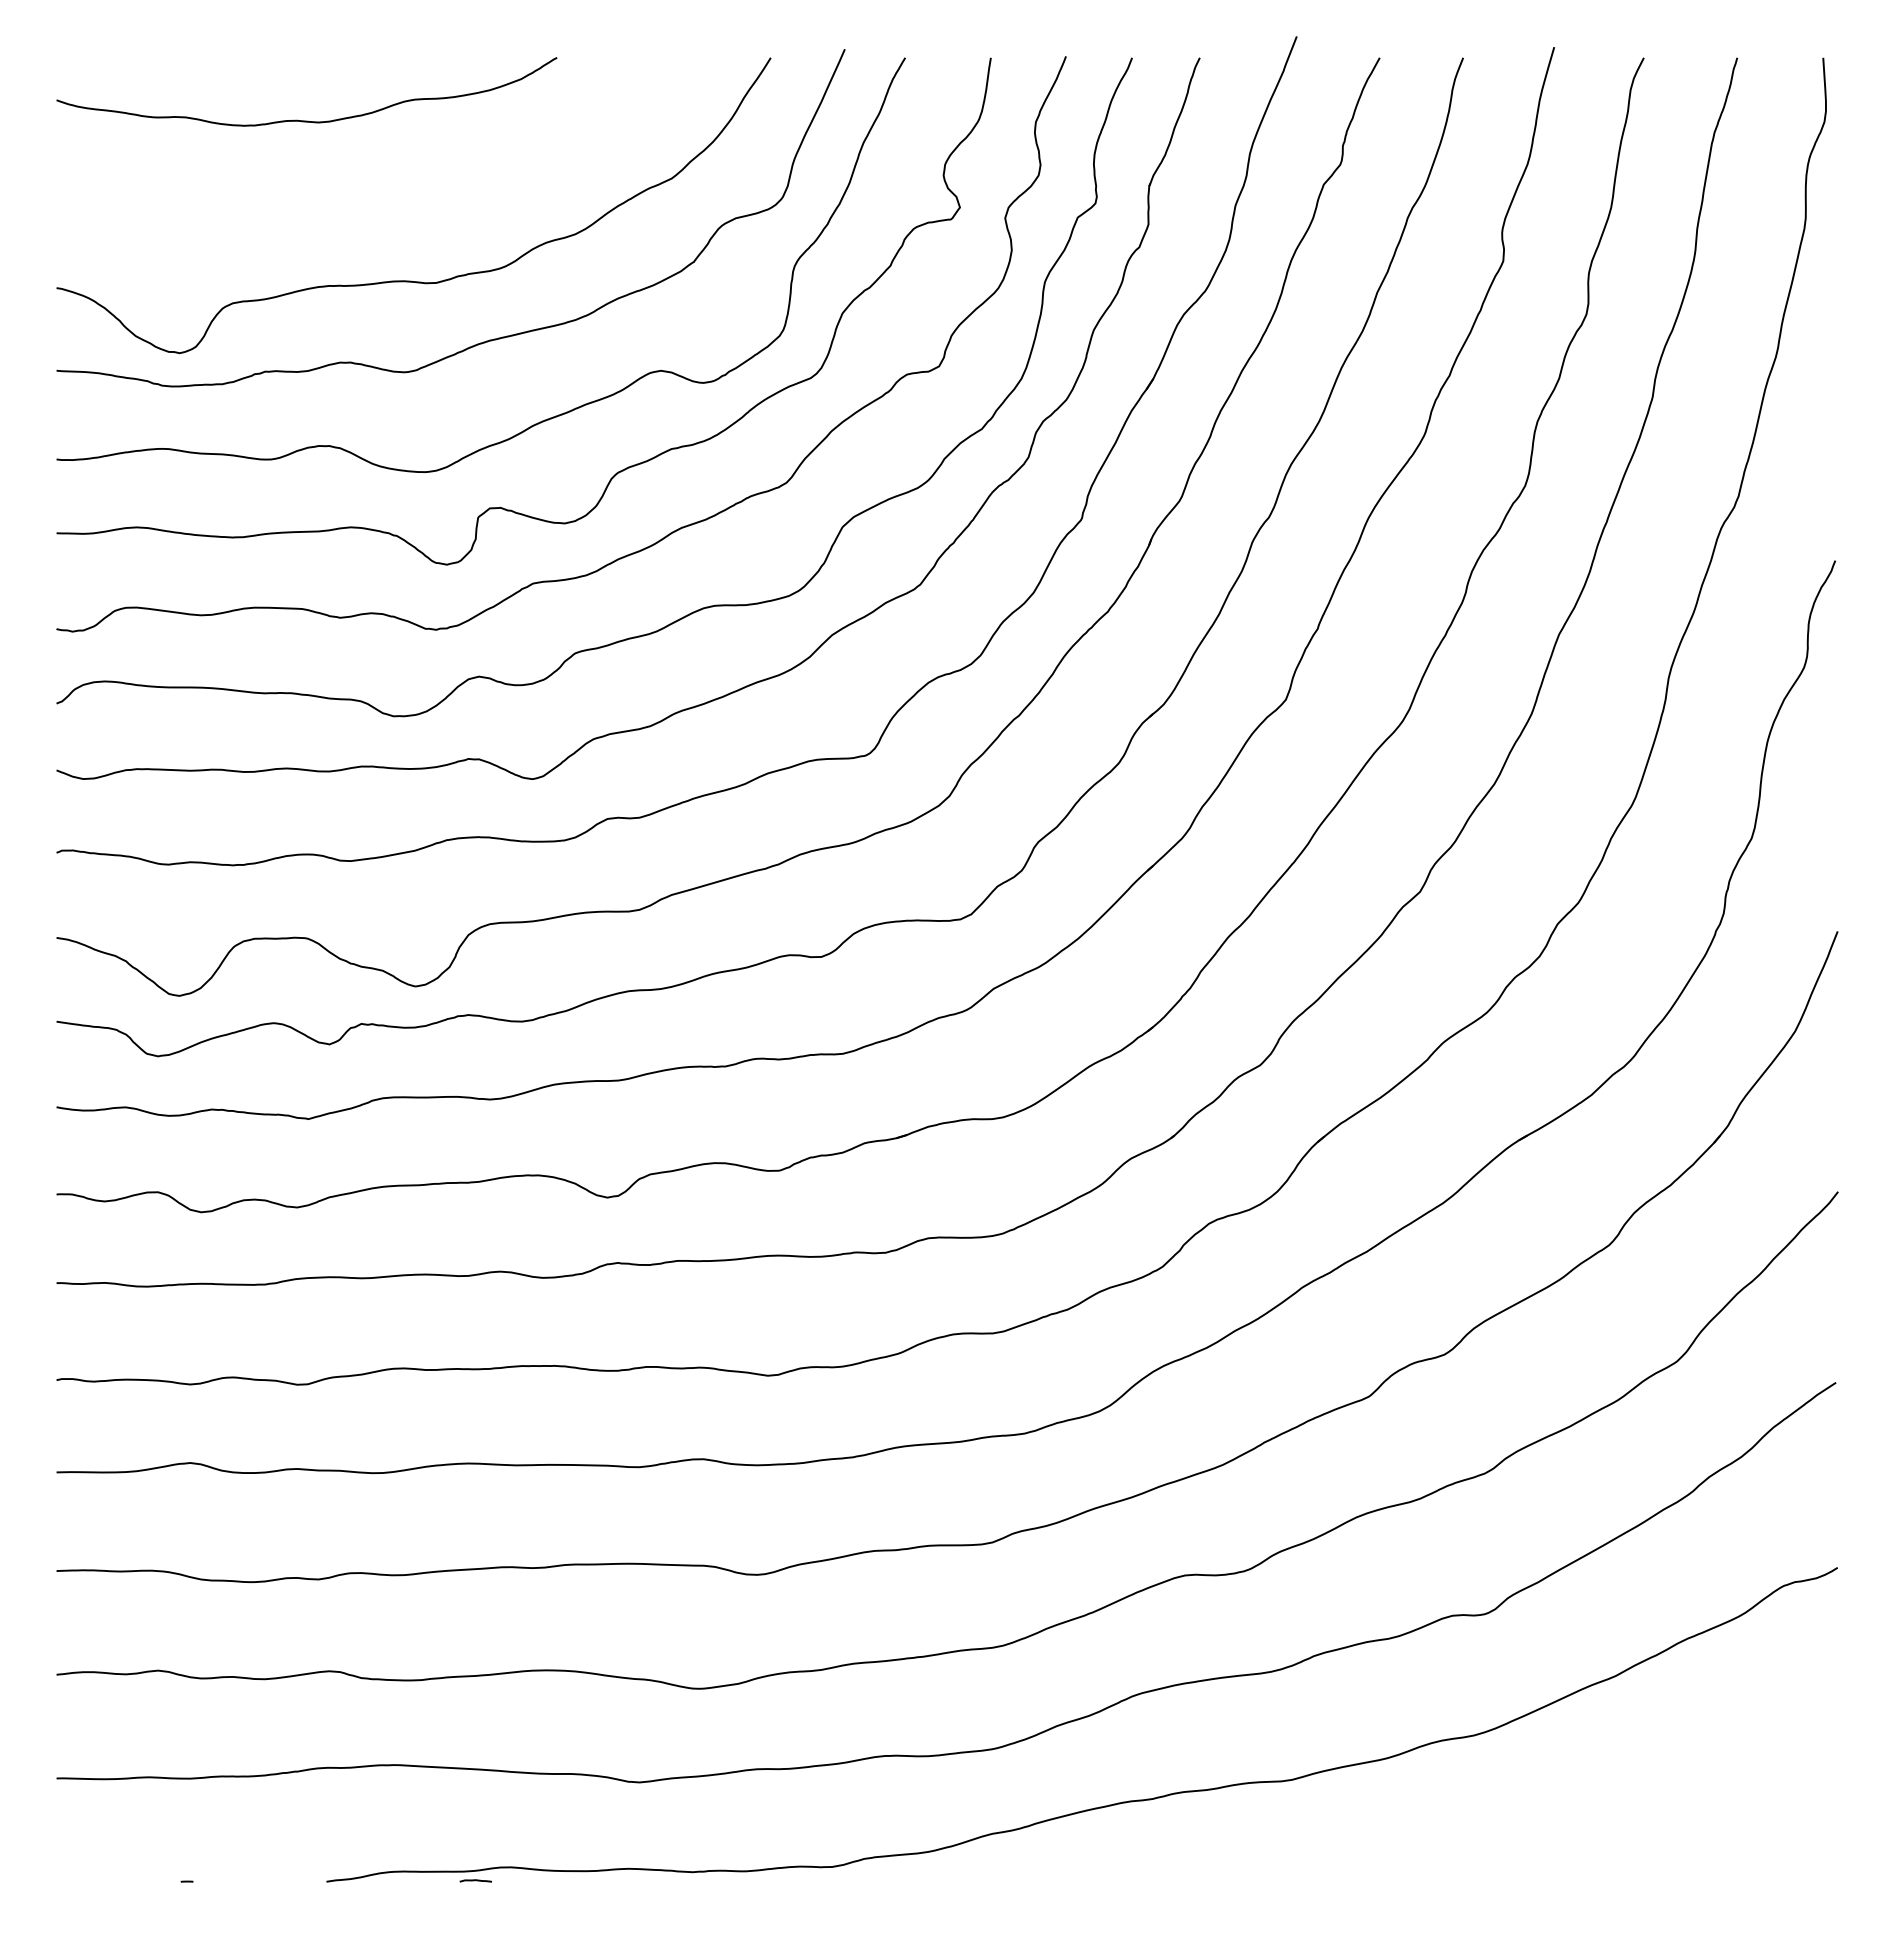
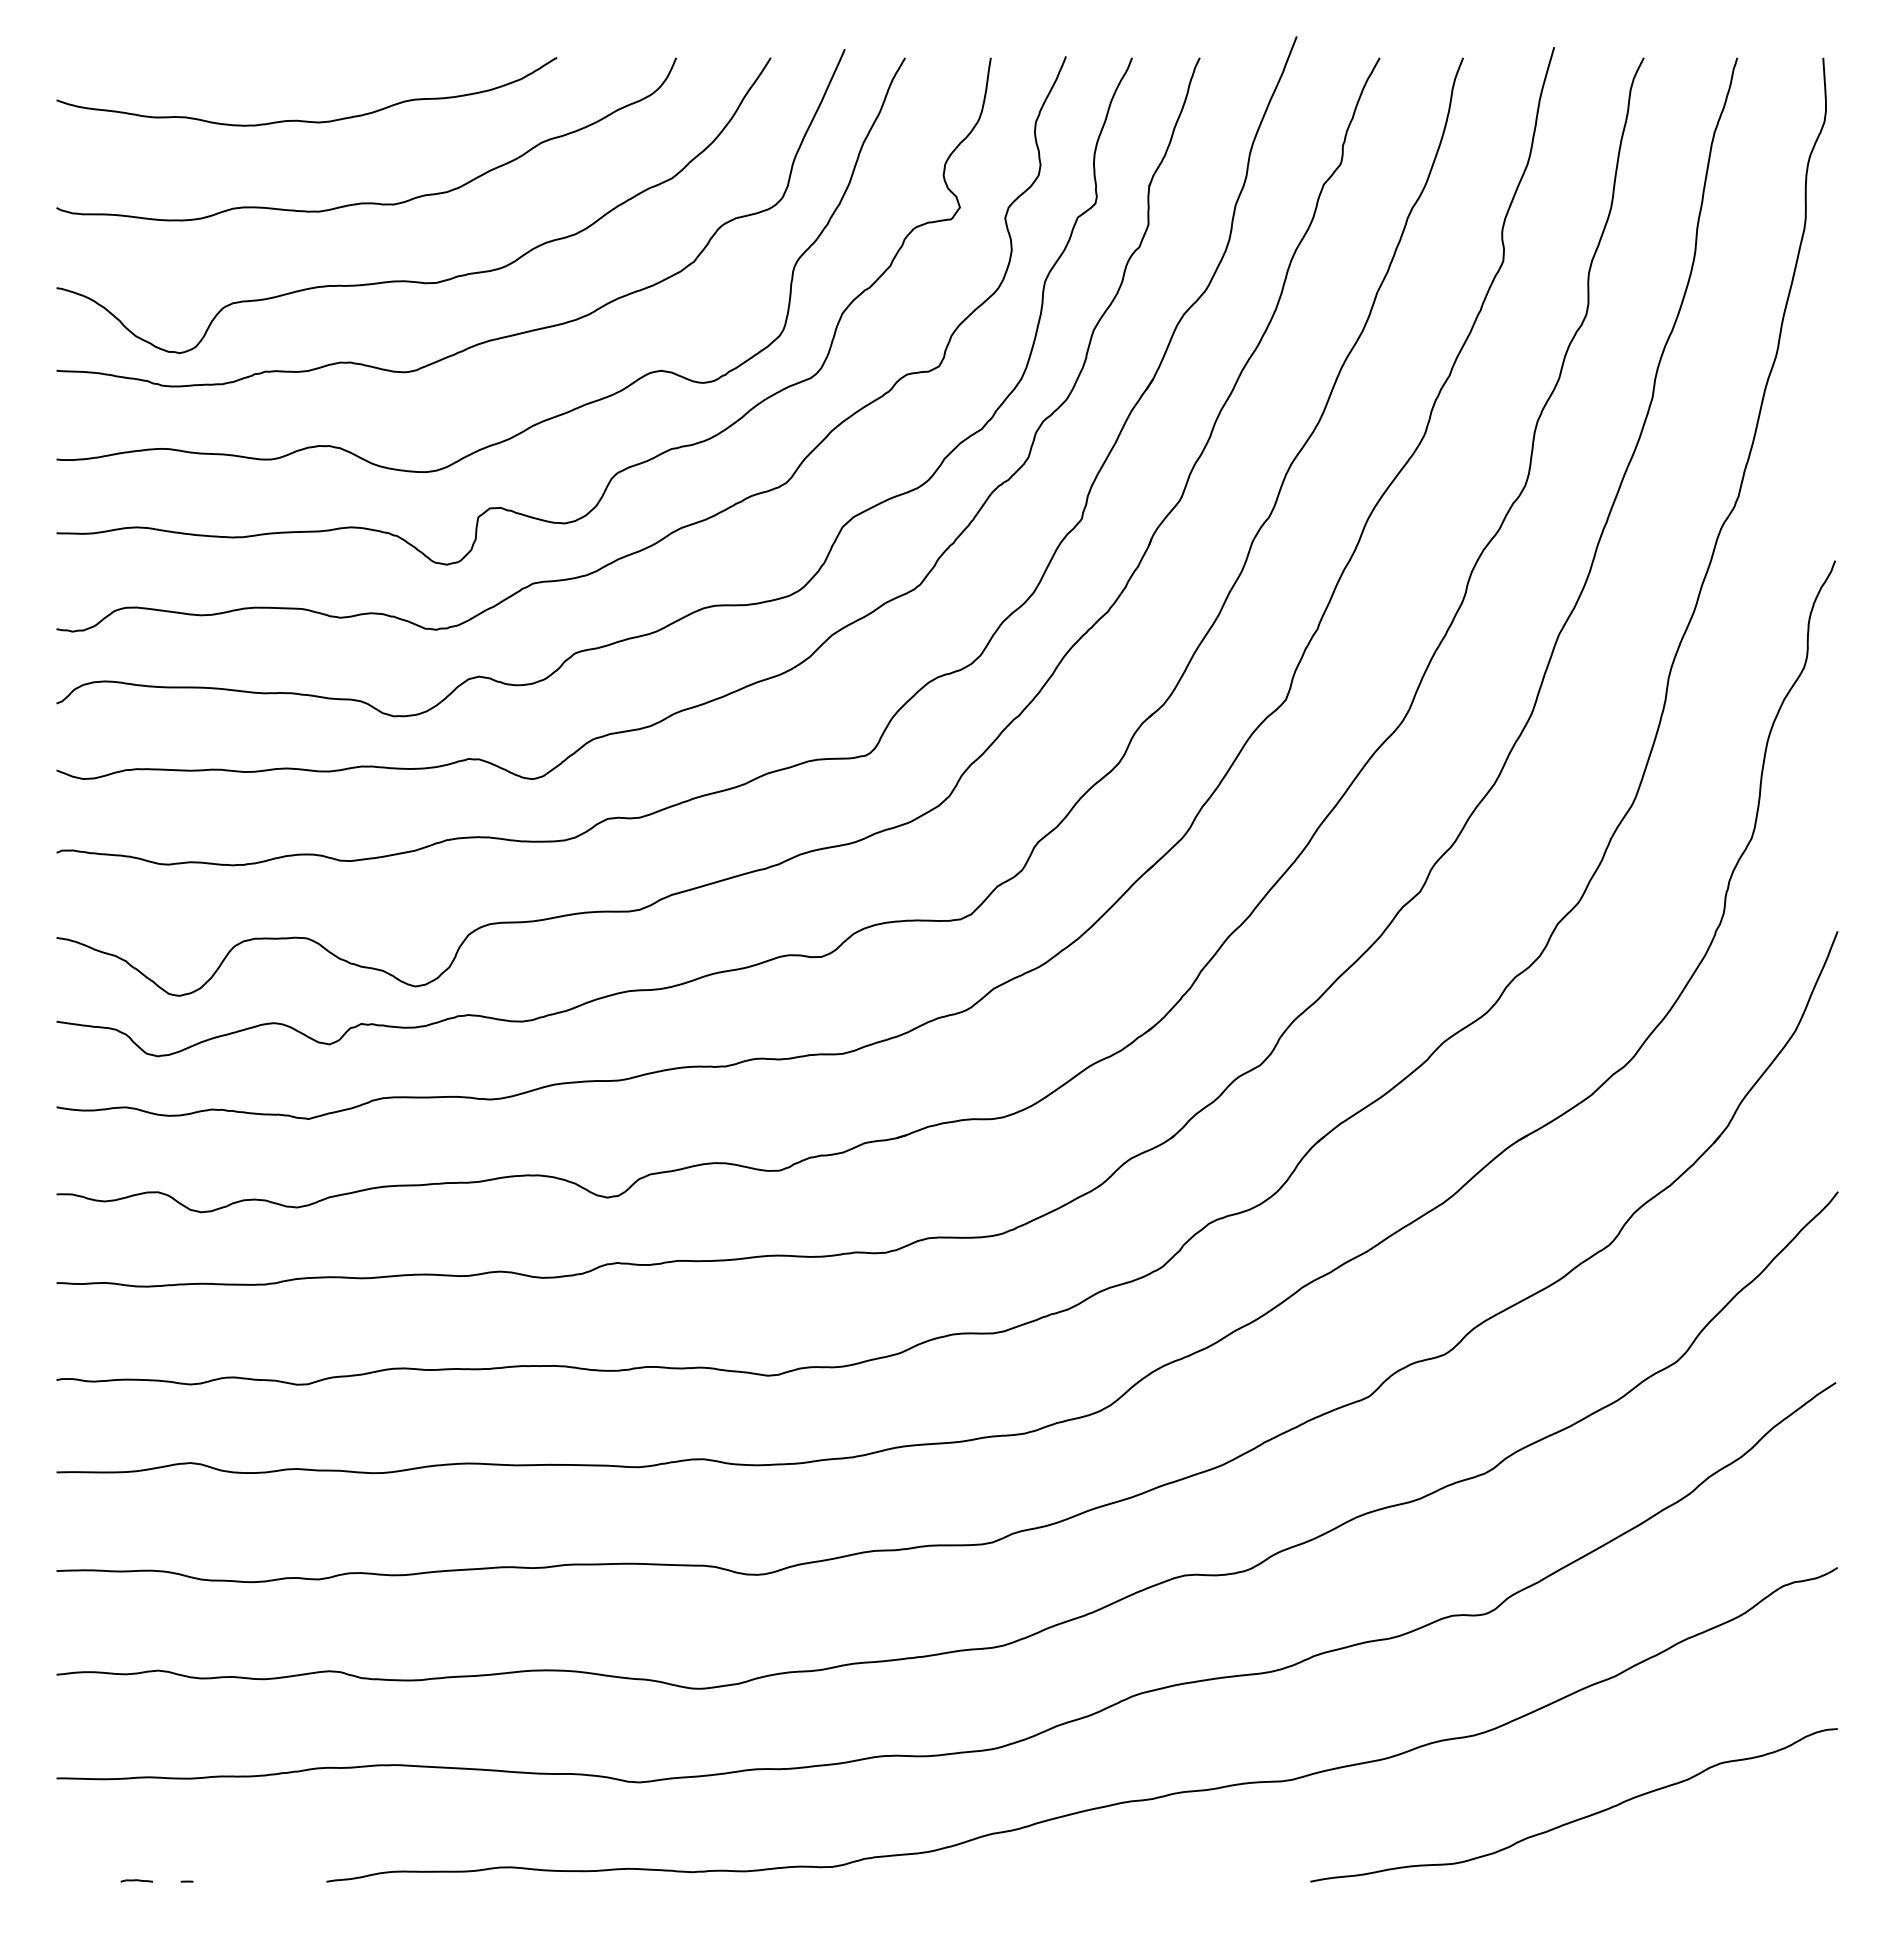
curve at (366, 202): none -> present
curve at (1578, 1818): none -> present
line at (475, 1880) position: (475, 1880) -> (136, 1880)
